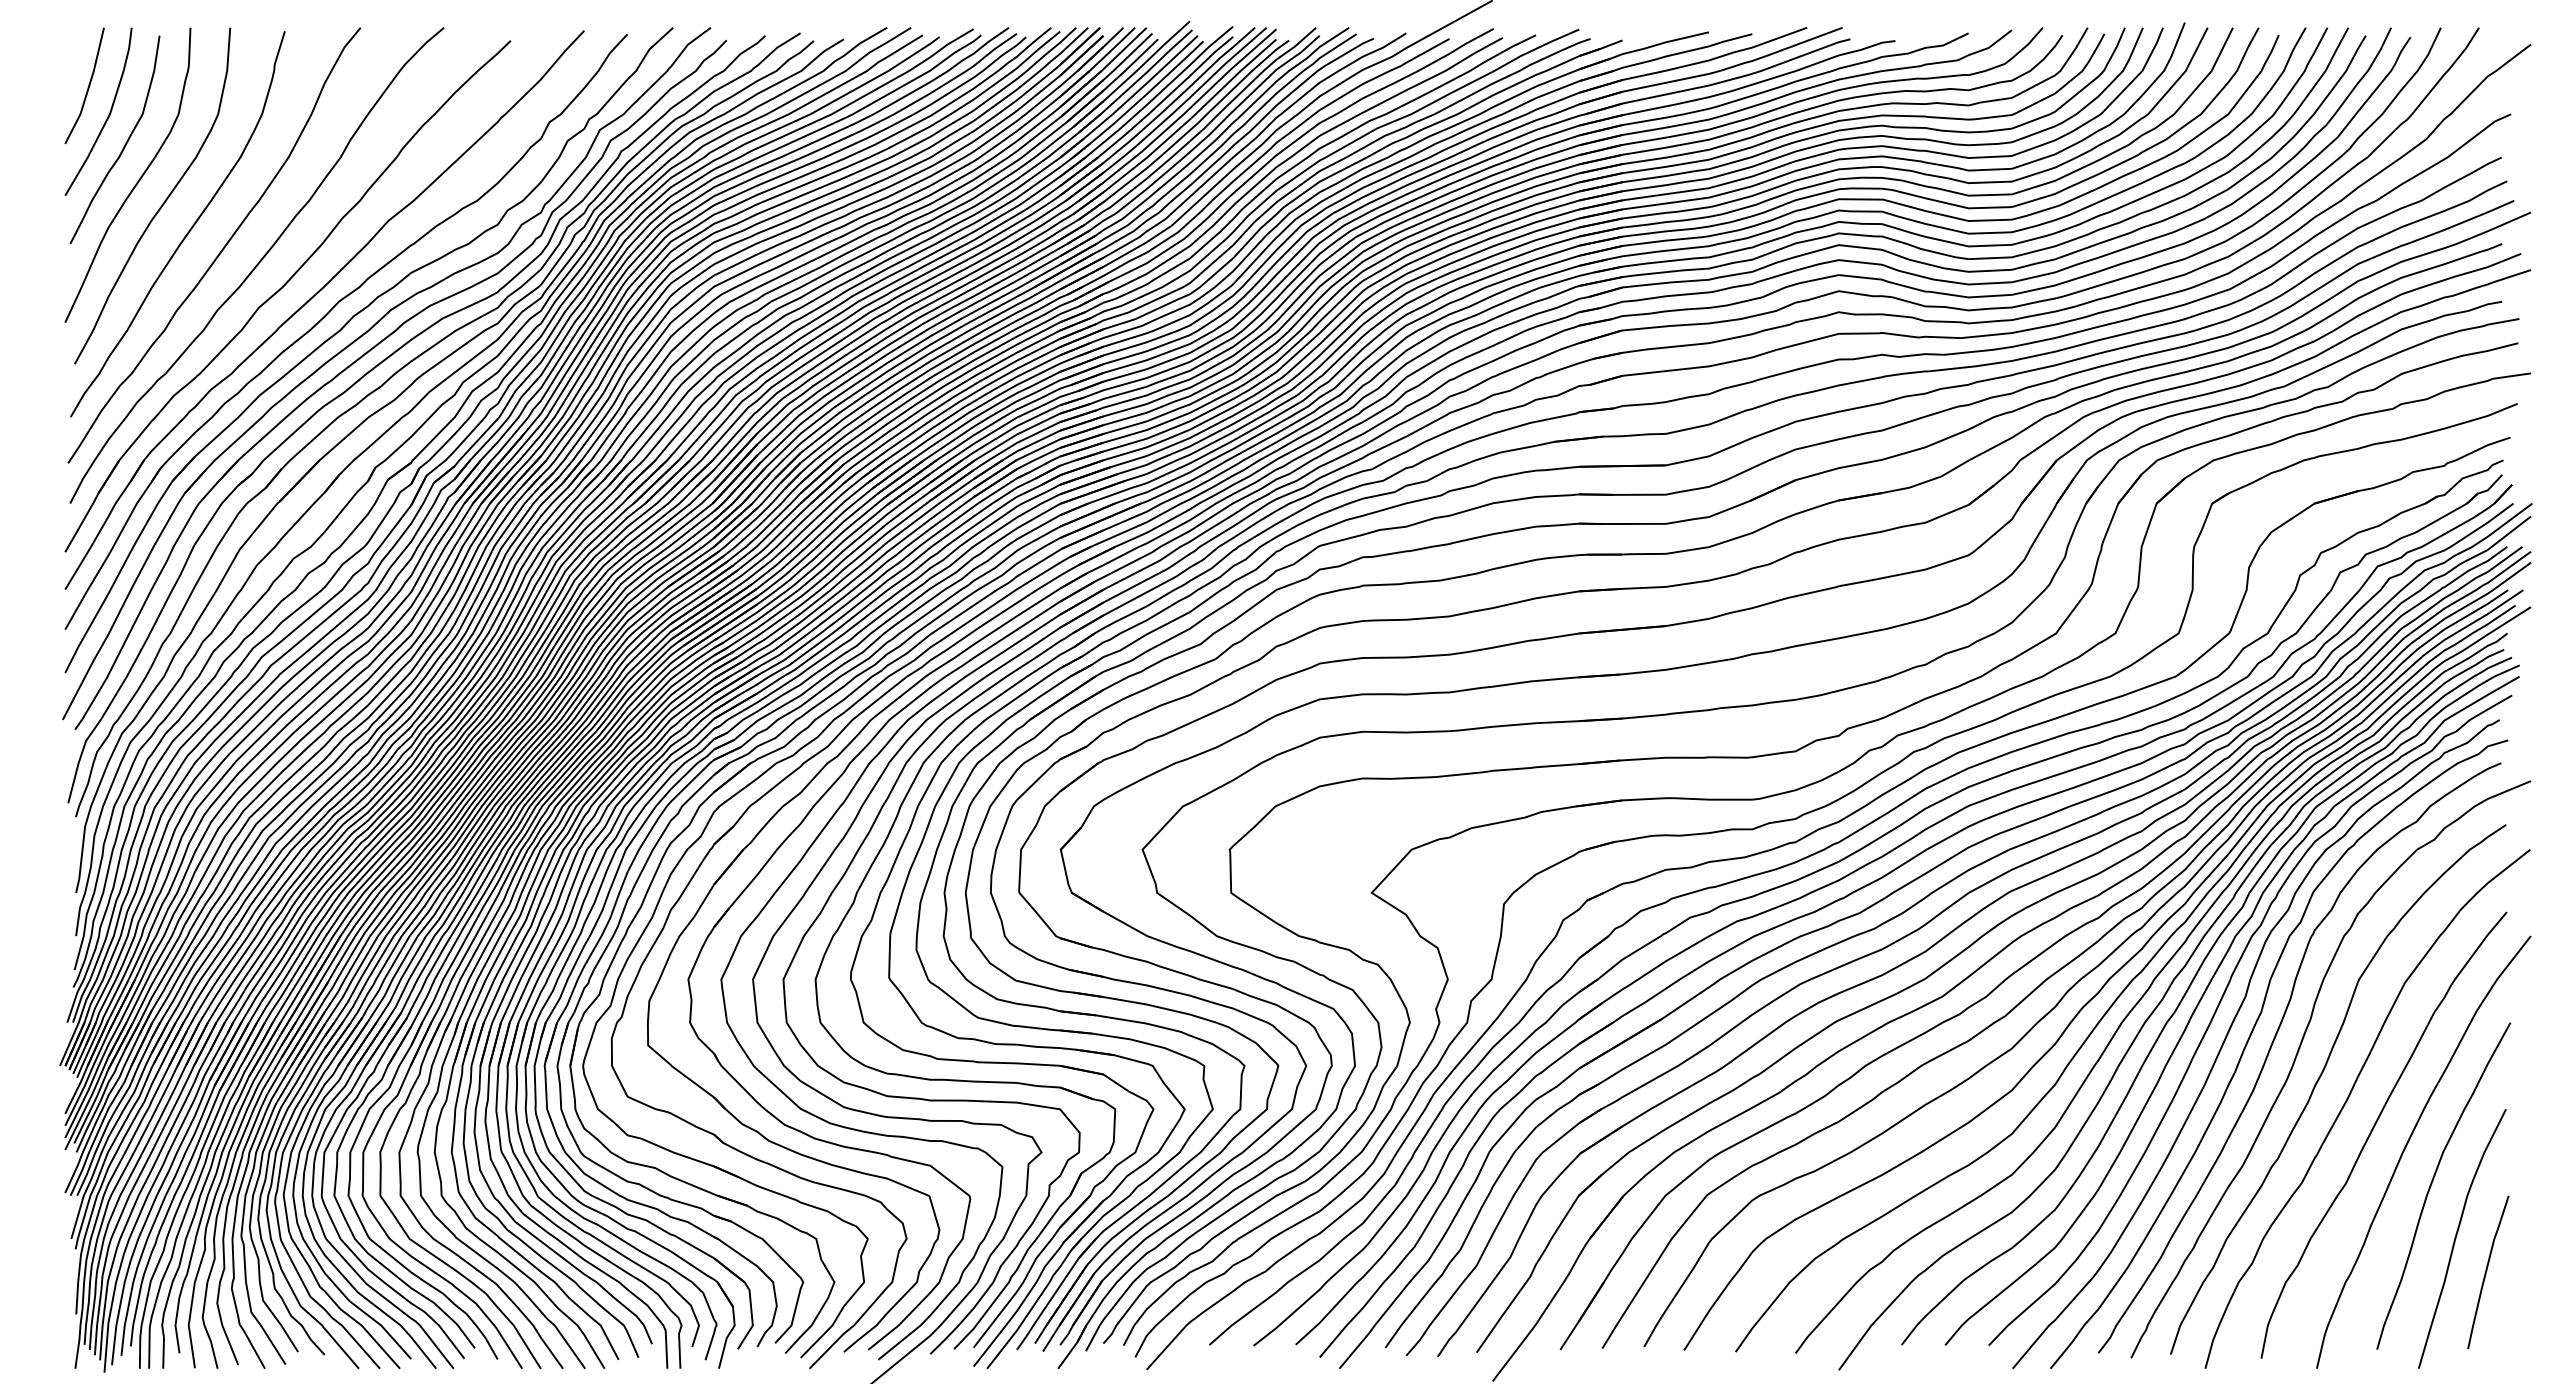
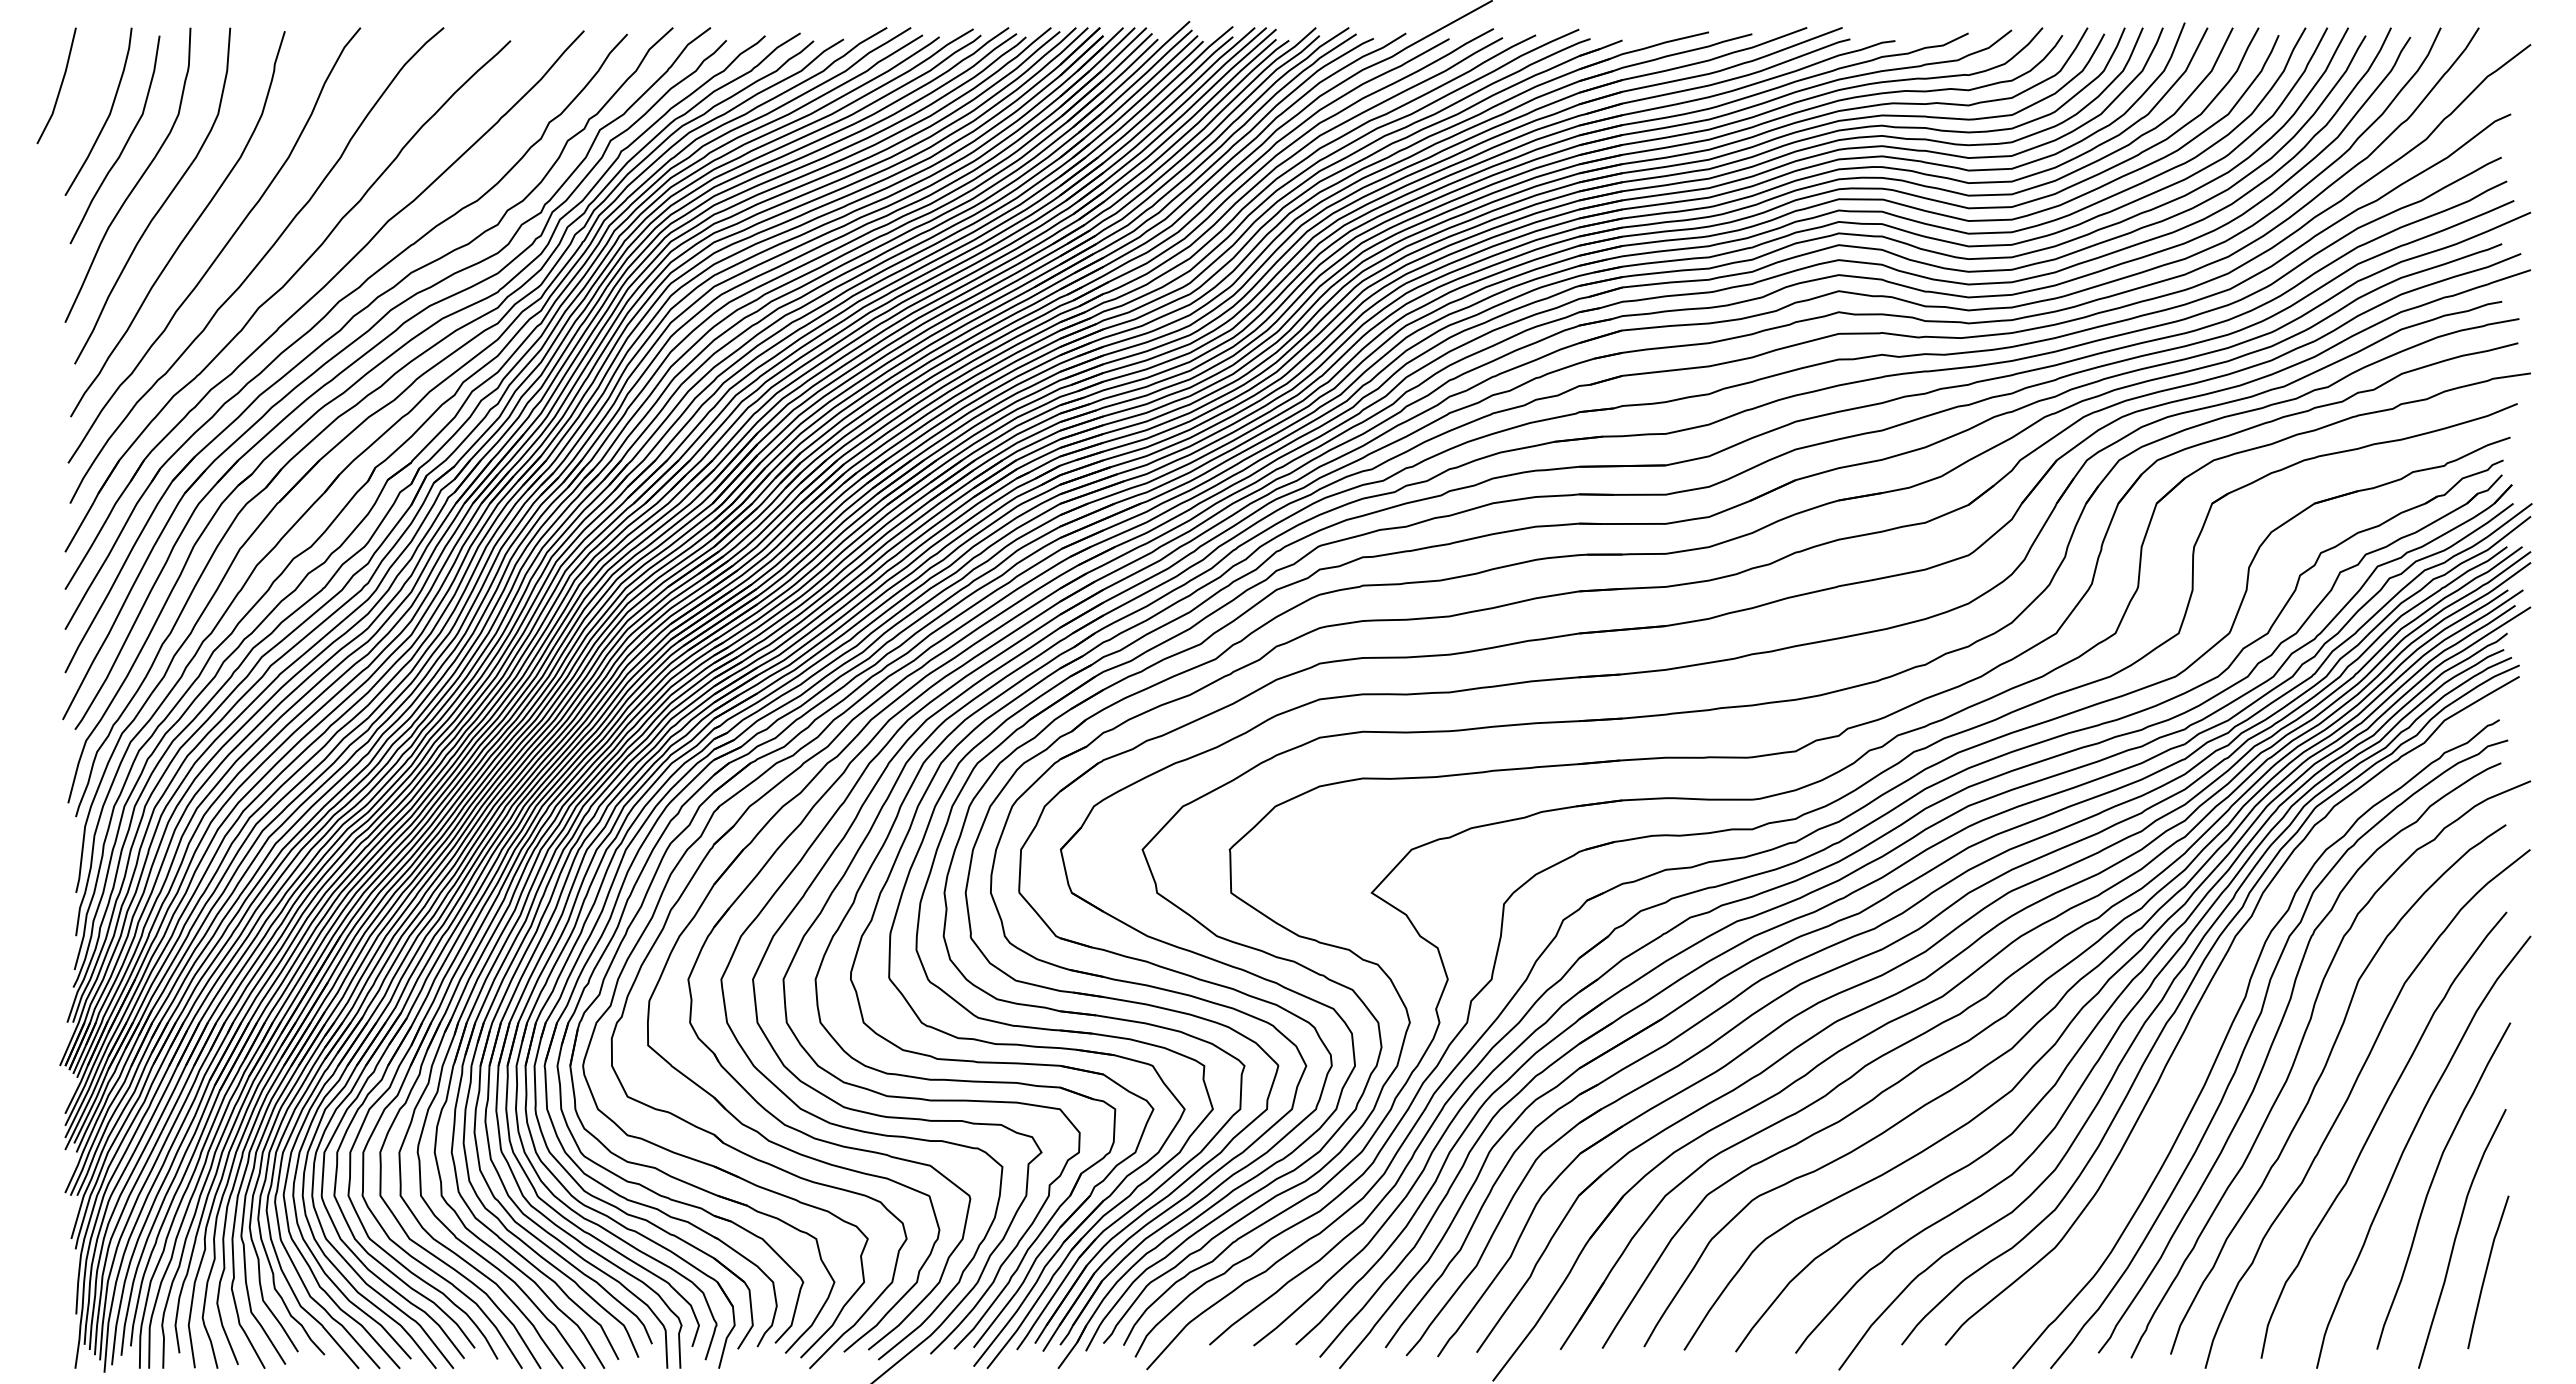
line at (87, 87) position: (87, 87) -> (59, 87)
curve at (2218, 1008): present -> none
